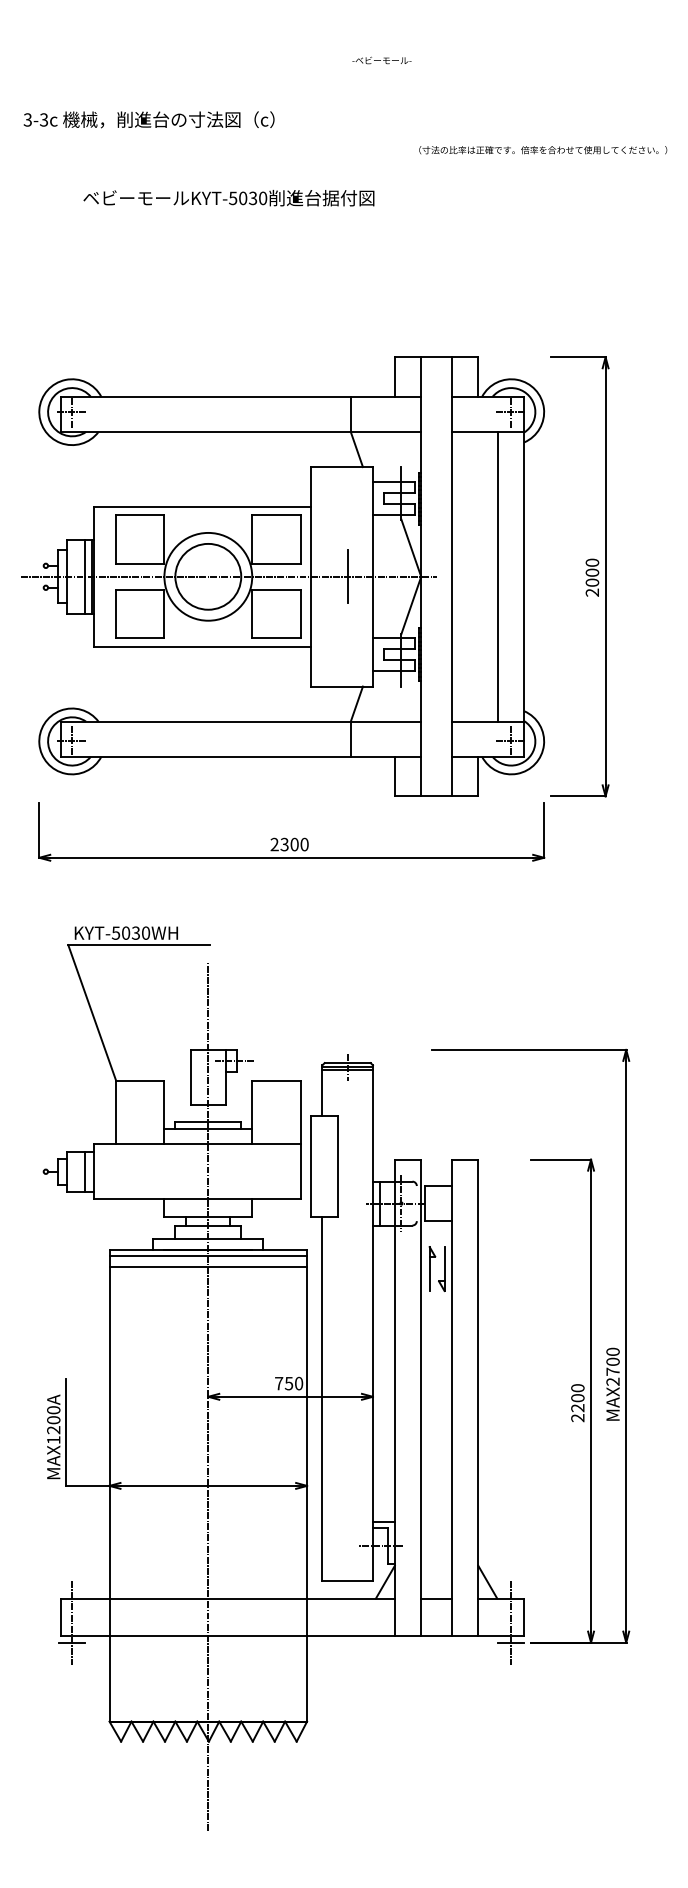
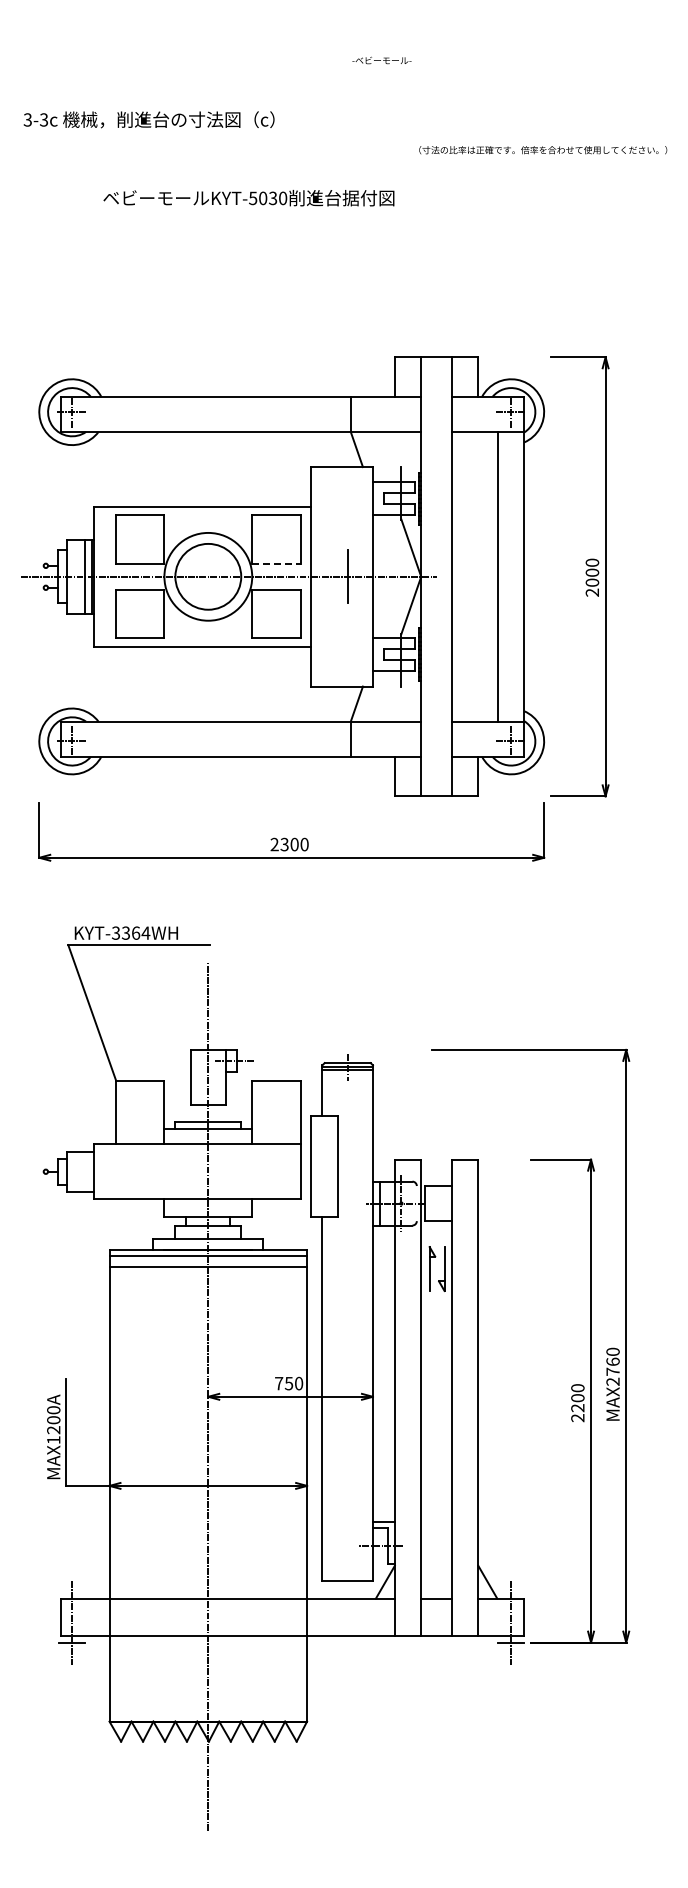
text at (228, 198) position: (228, 198) -> (248, 198)
line at (276, 563): solid -> dashed
text at (131, 932): KYT-5030WH -> KYT-3364WH
line at (85, 1171): present -> none
text at (612, 1361): MAX2700 -> MAX2760
